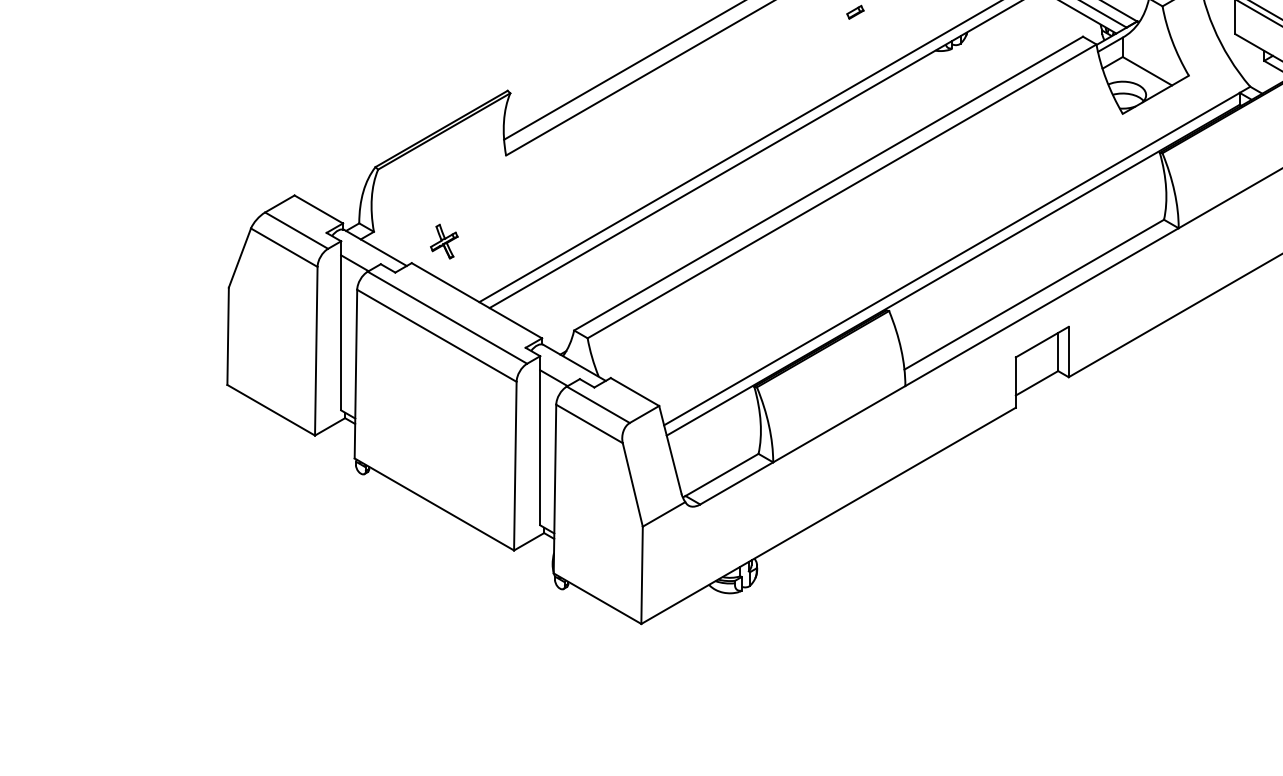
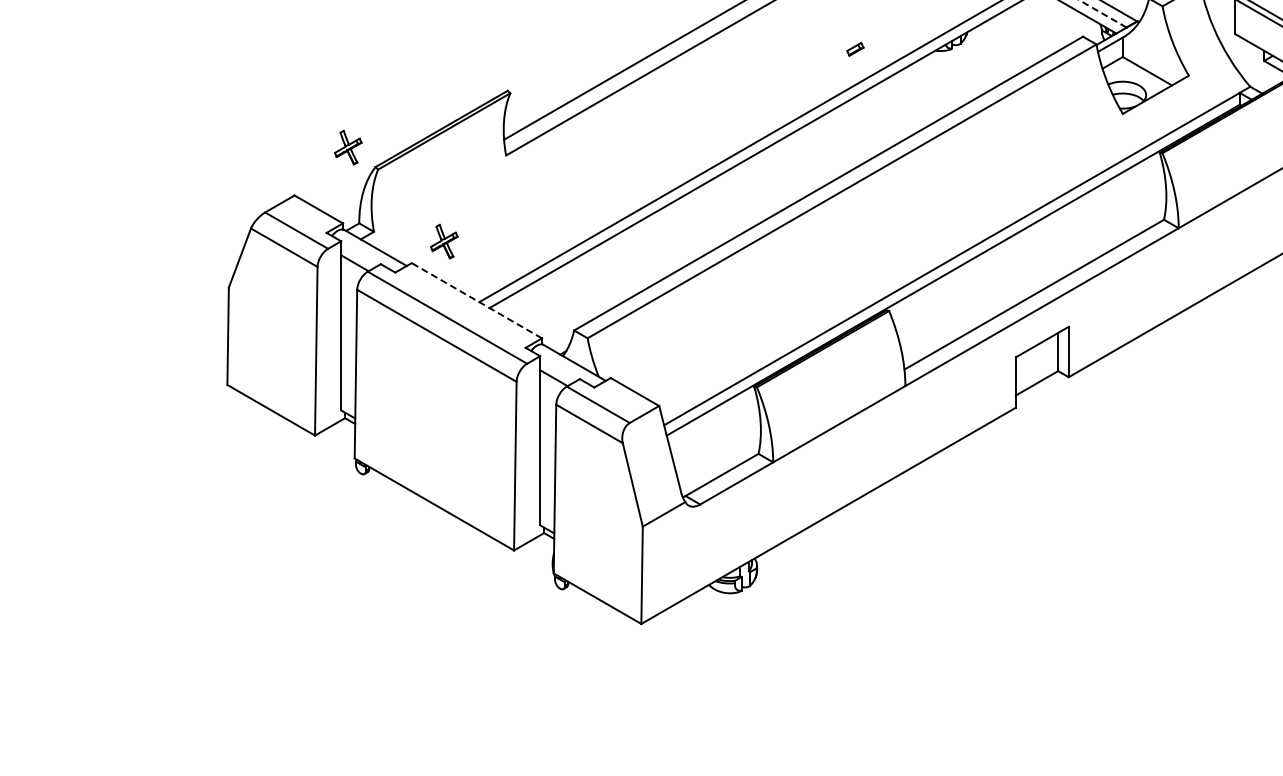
part at (855, 11) position: (855, 11) -> (855, 48)
line at (1102, 13): solid -> dashed
part at (348, 147): none -> present
line at (476, 300): solid -> dashed
